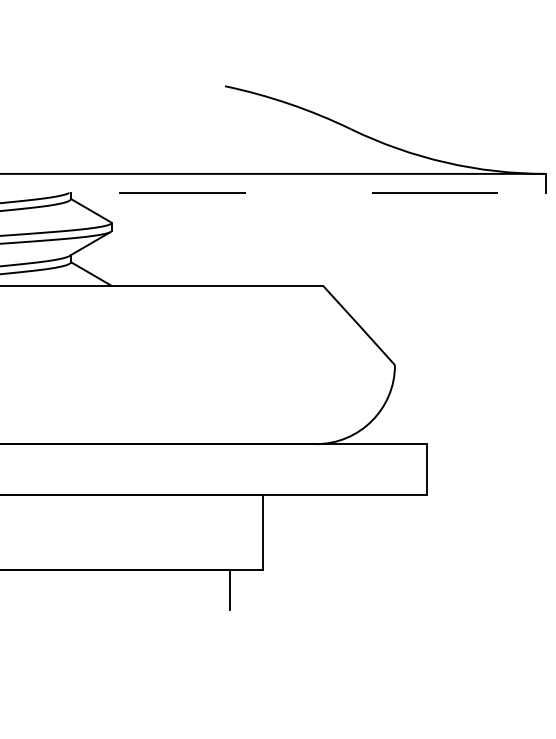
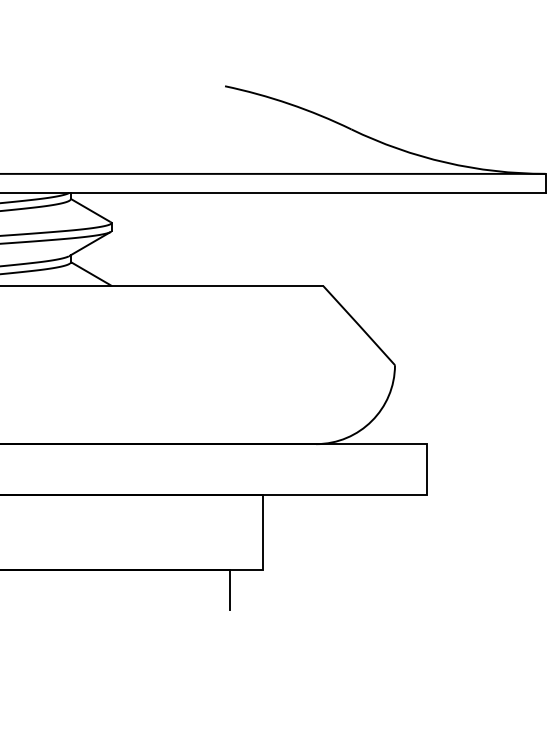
line at (272, 192): dashed -> solid
